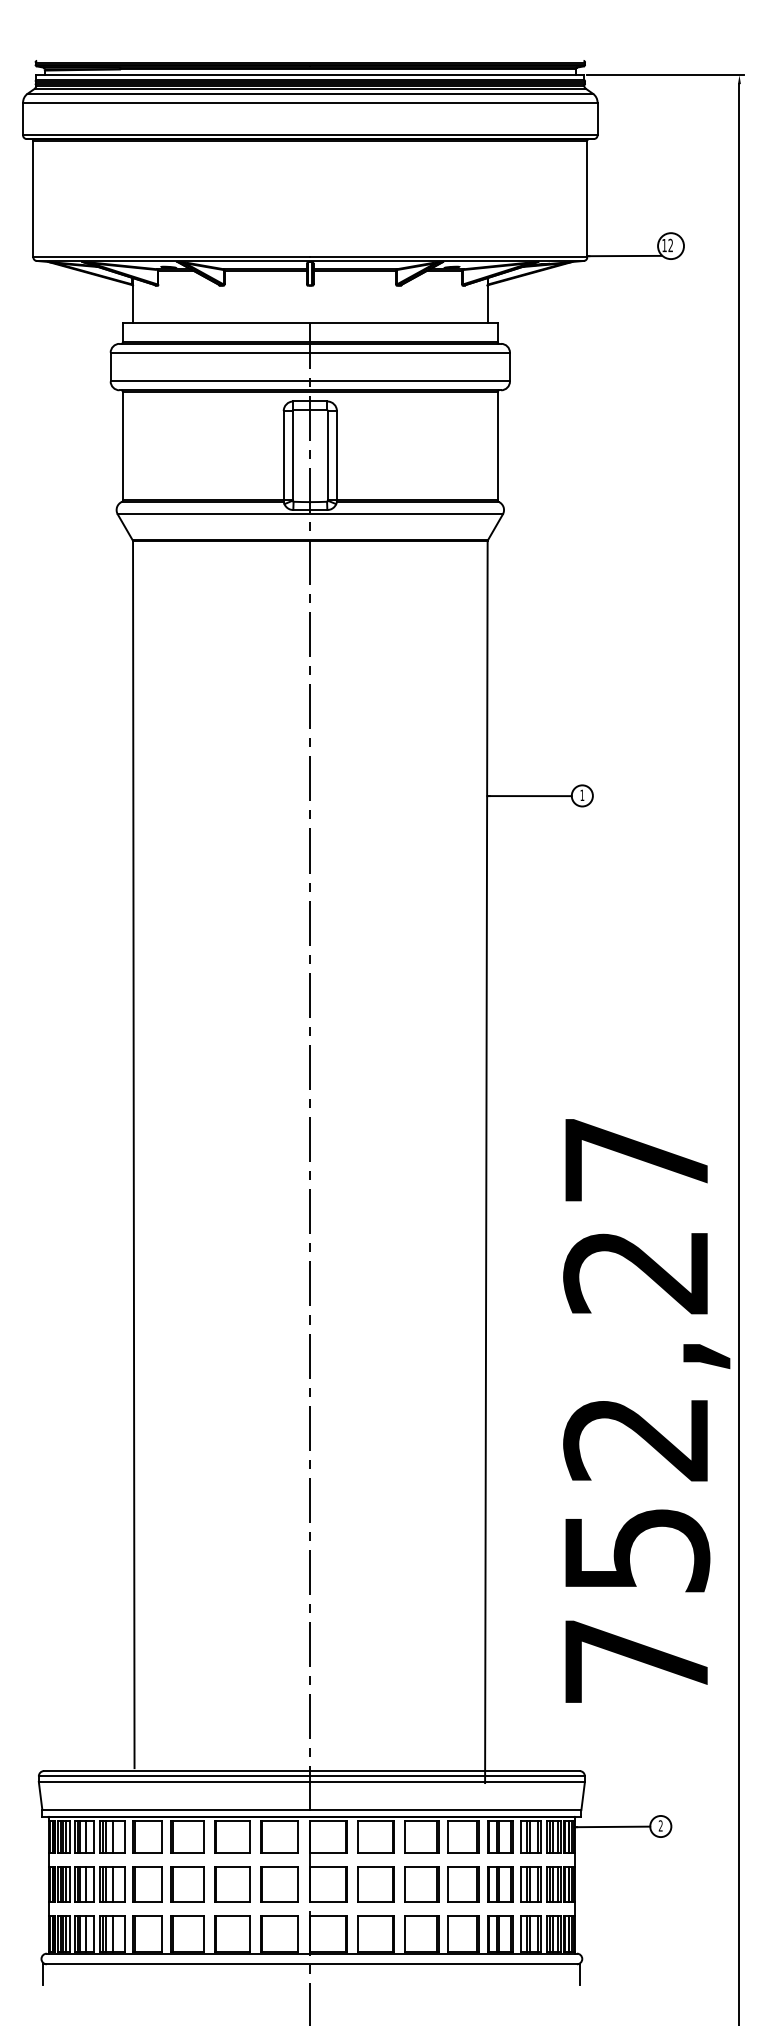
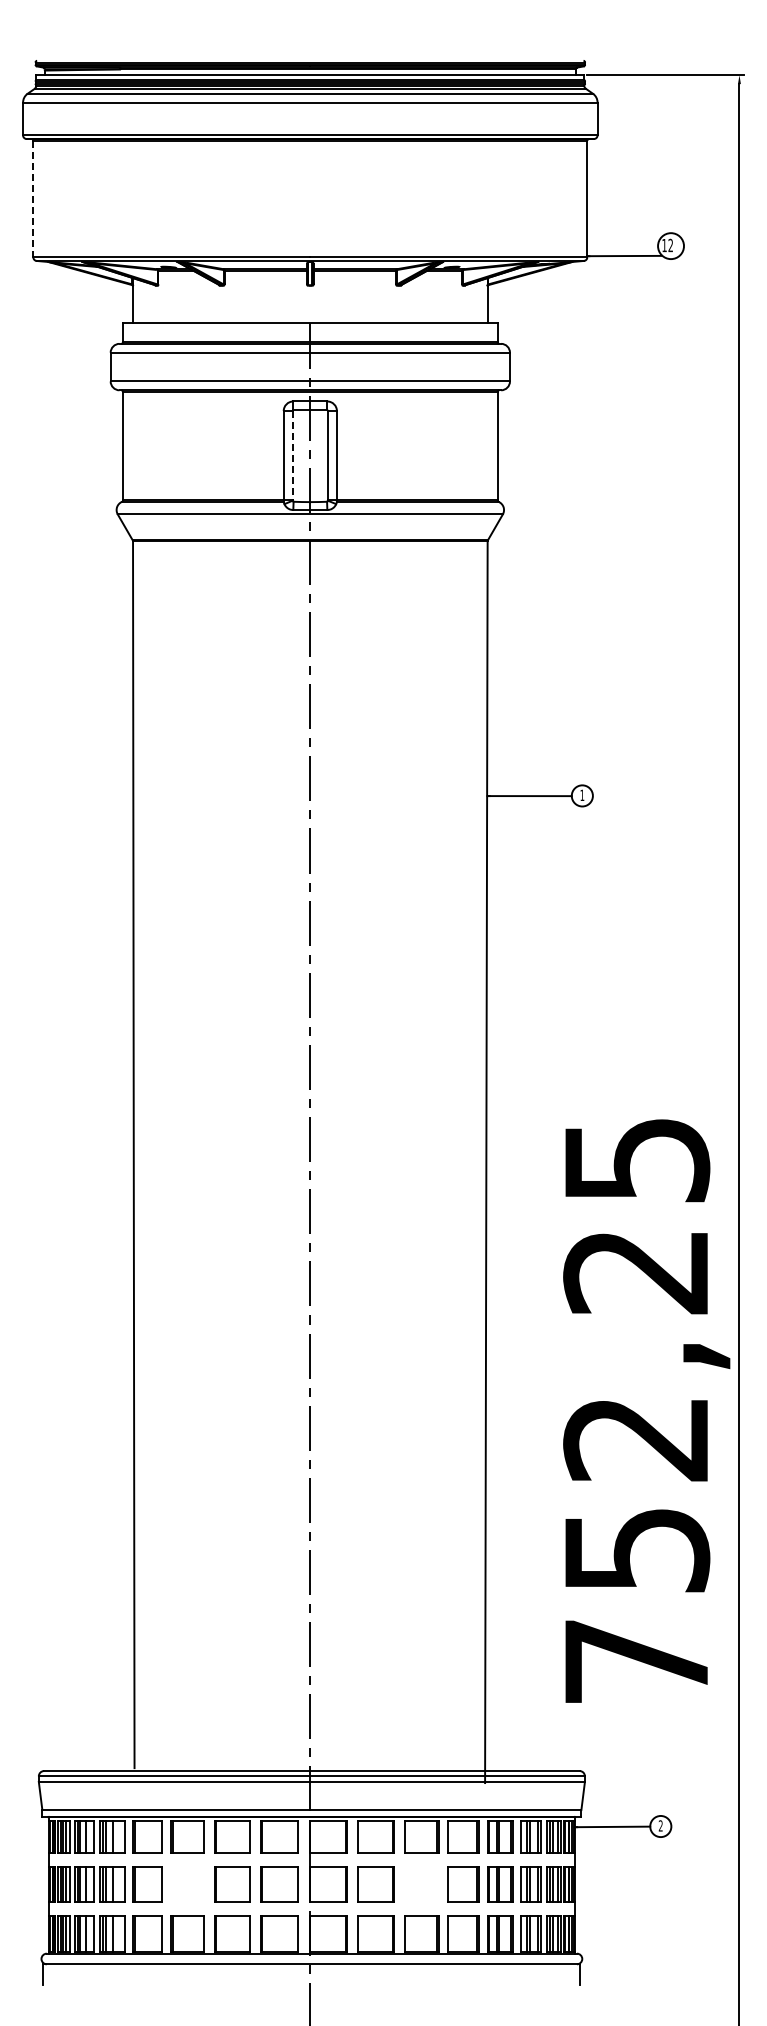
line at (33, 199): solid -> dashed
line at (292, 455): solid -> dashed
text at (637, 1160): 752,27 -> 752,25
part at (187, 1884): present -> none
part at (421, 1884): present -> none
